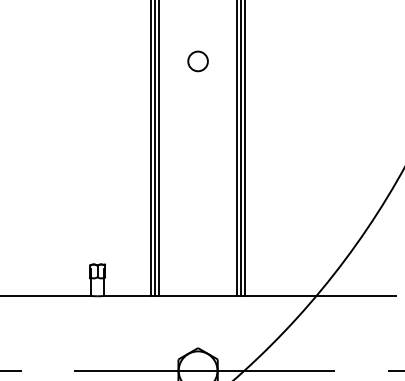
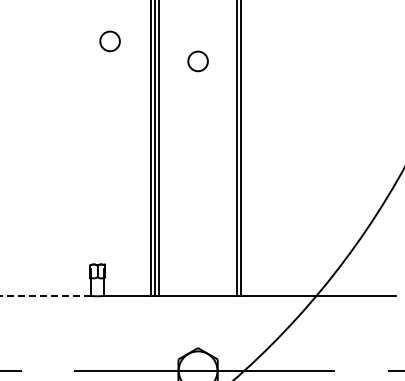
circle at (109, 41): none -> present
line at (244, 148): present -> none
line at (45, 295): solid -> dashed
